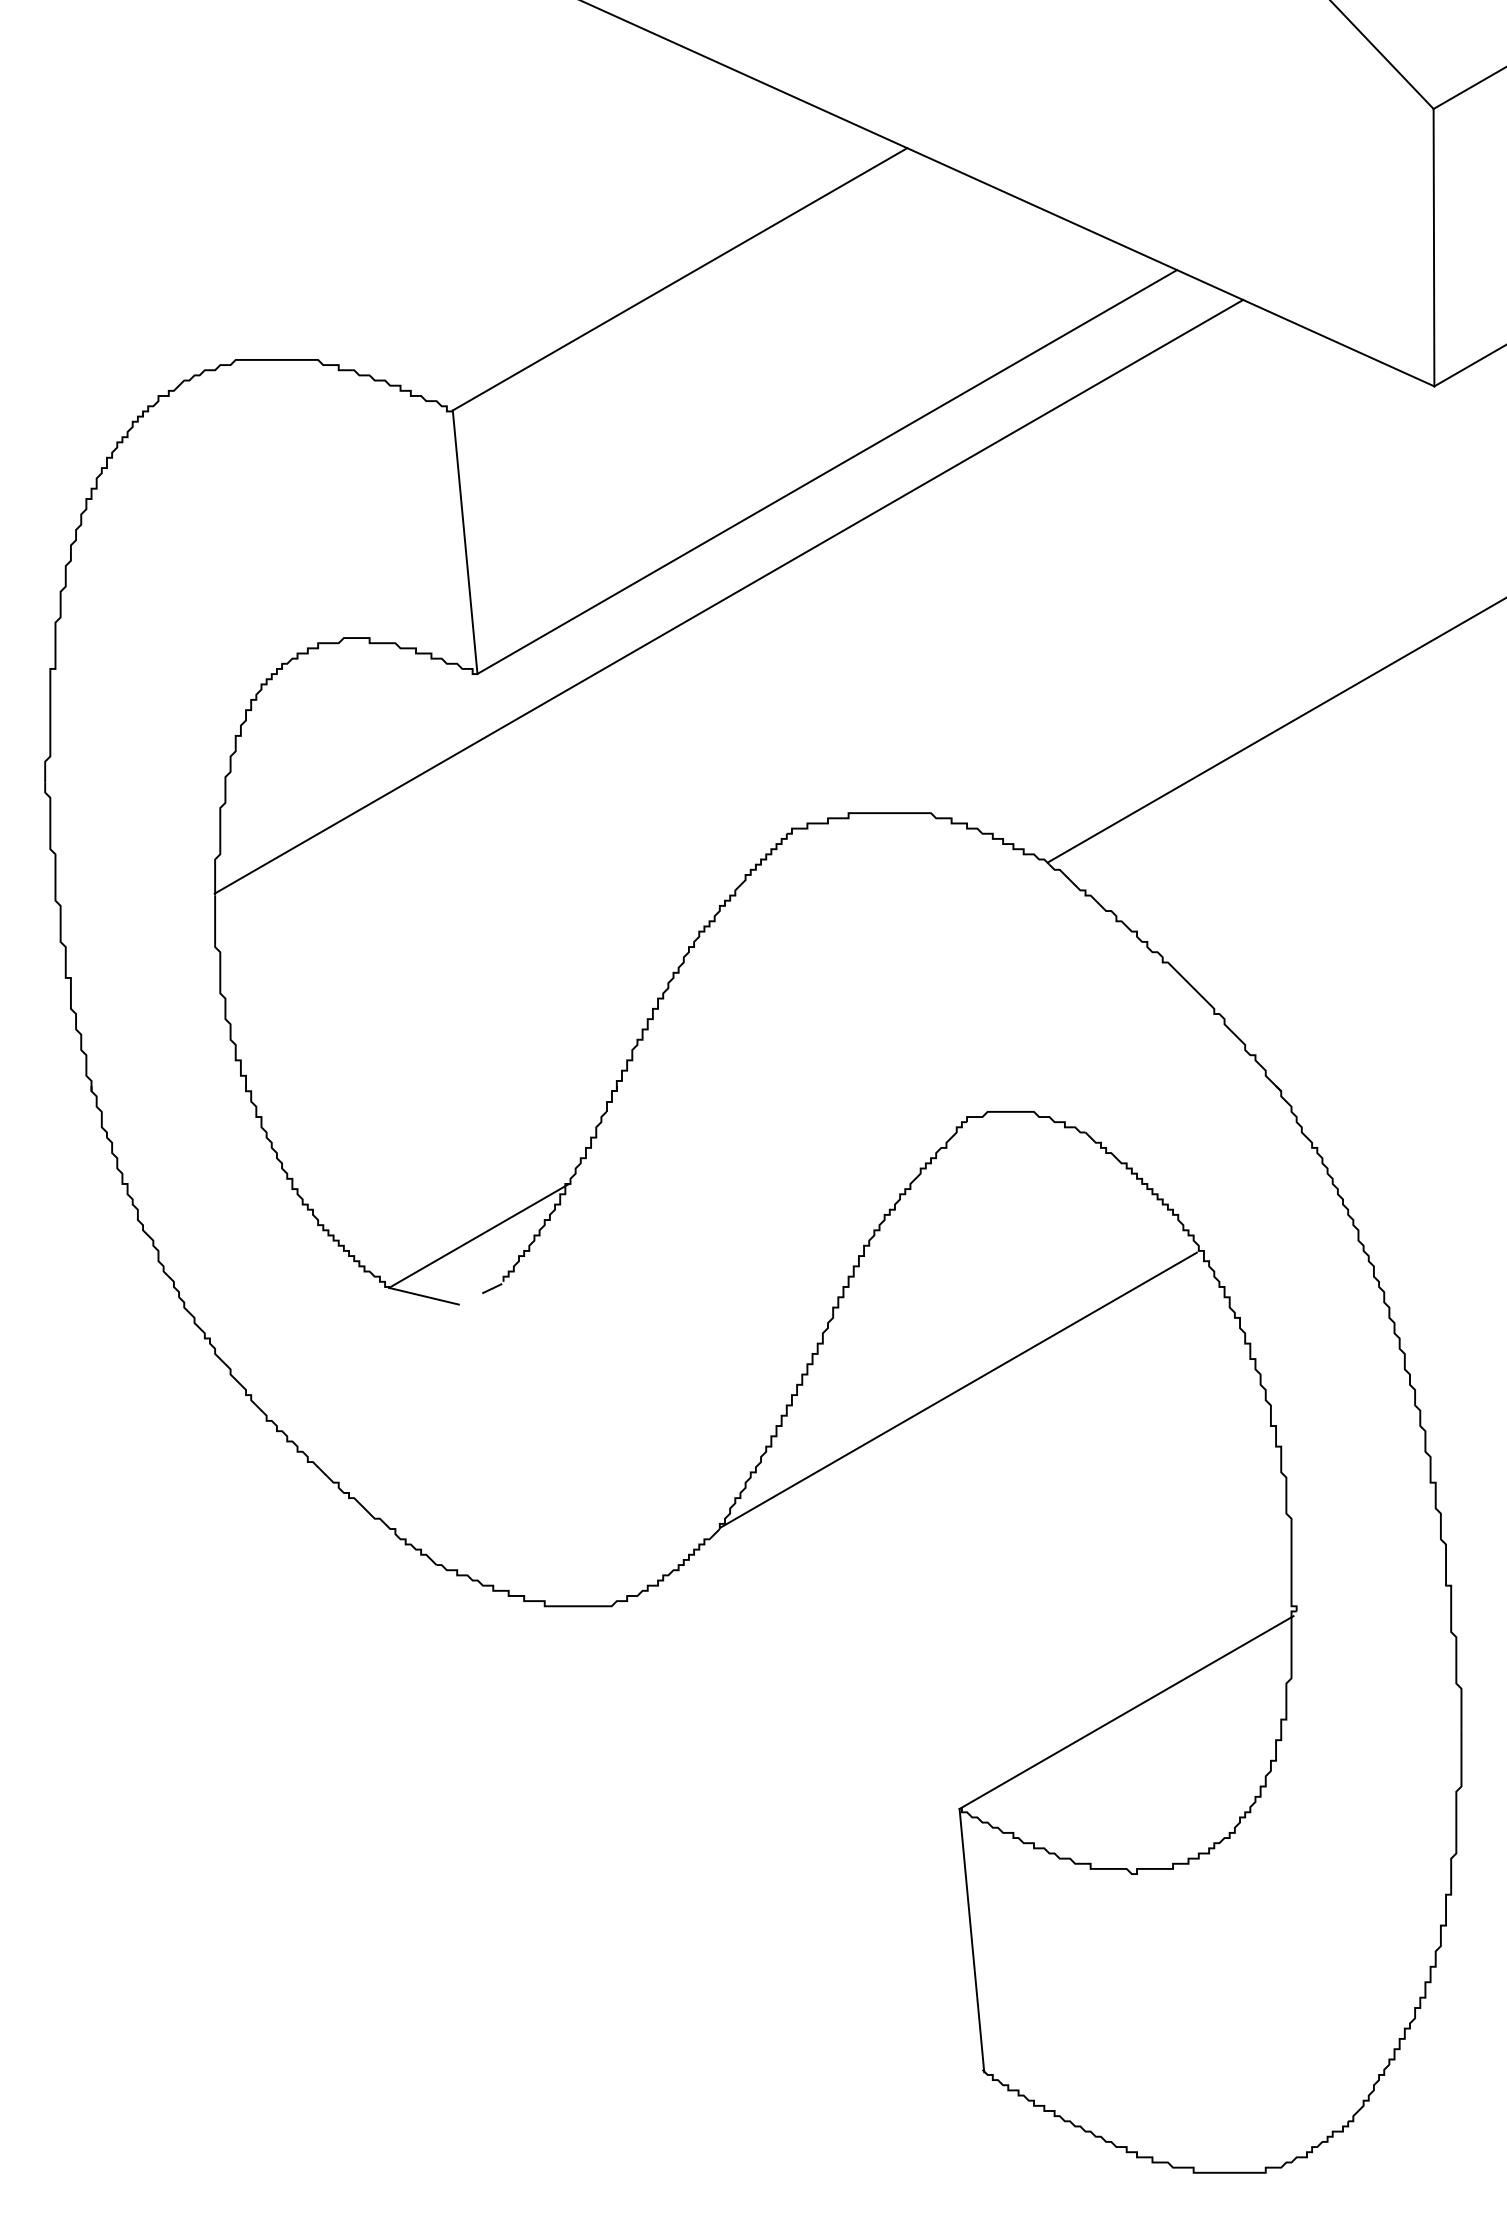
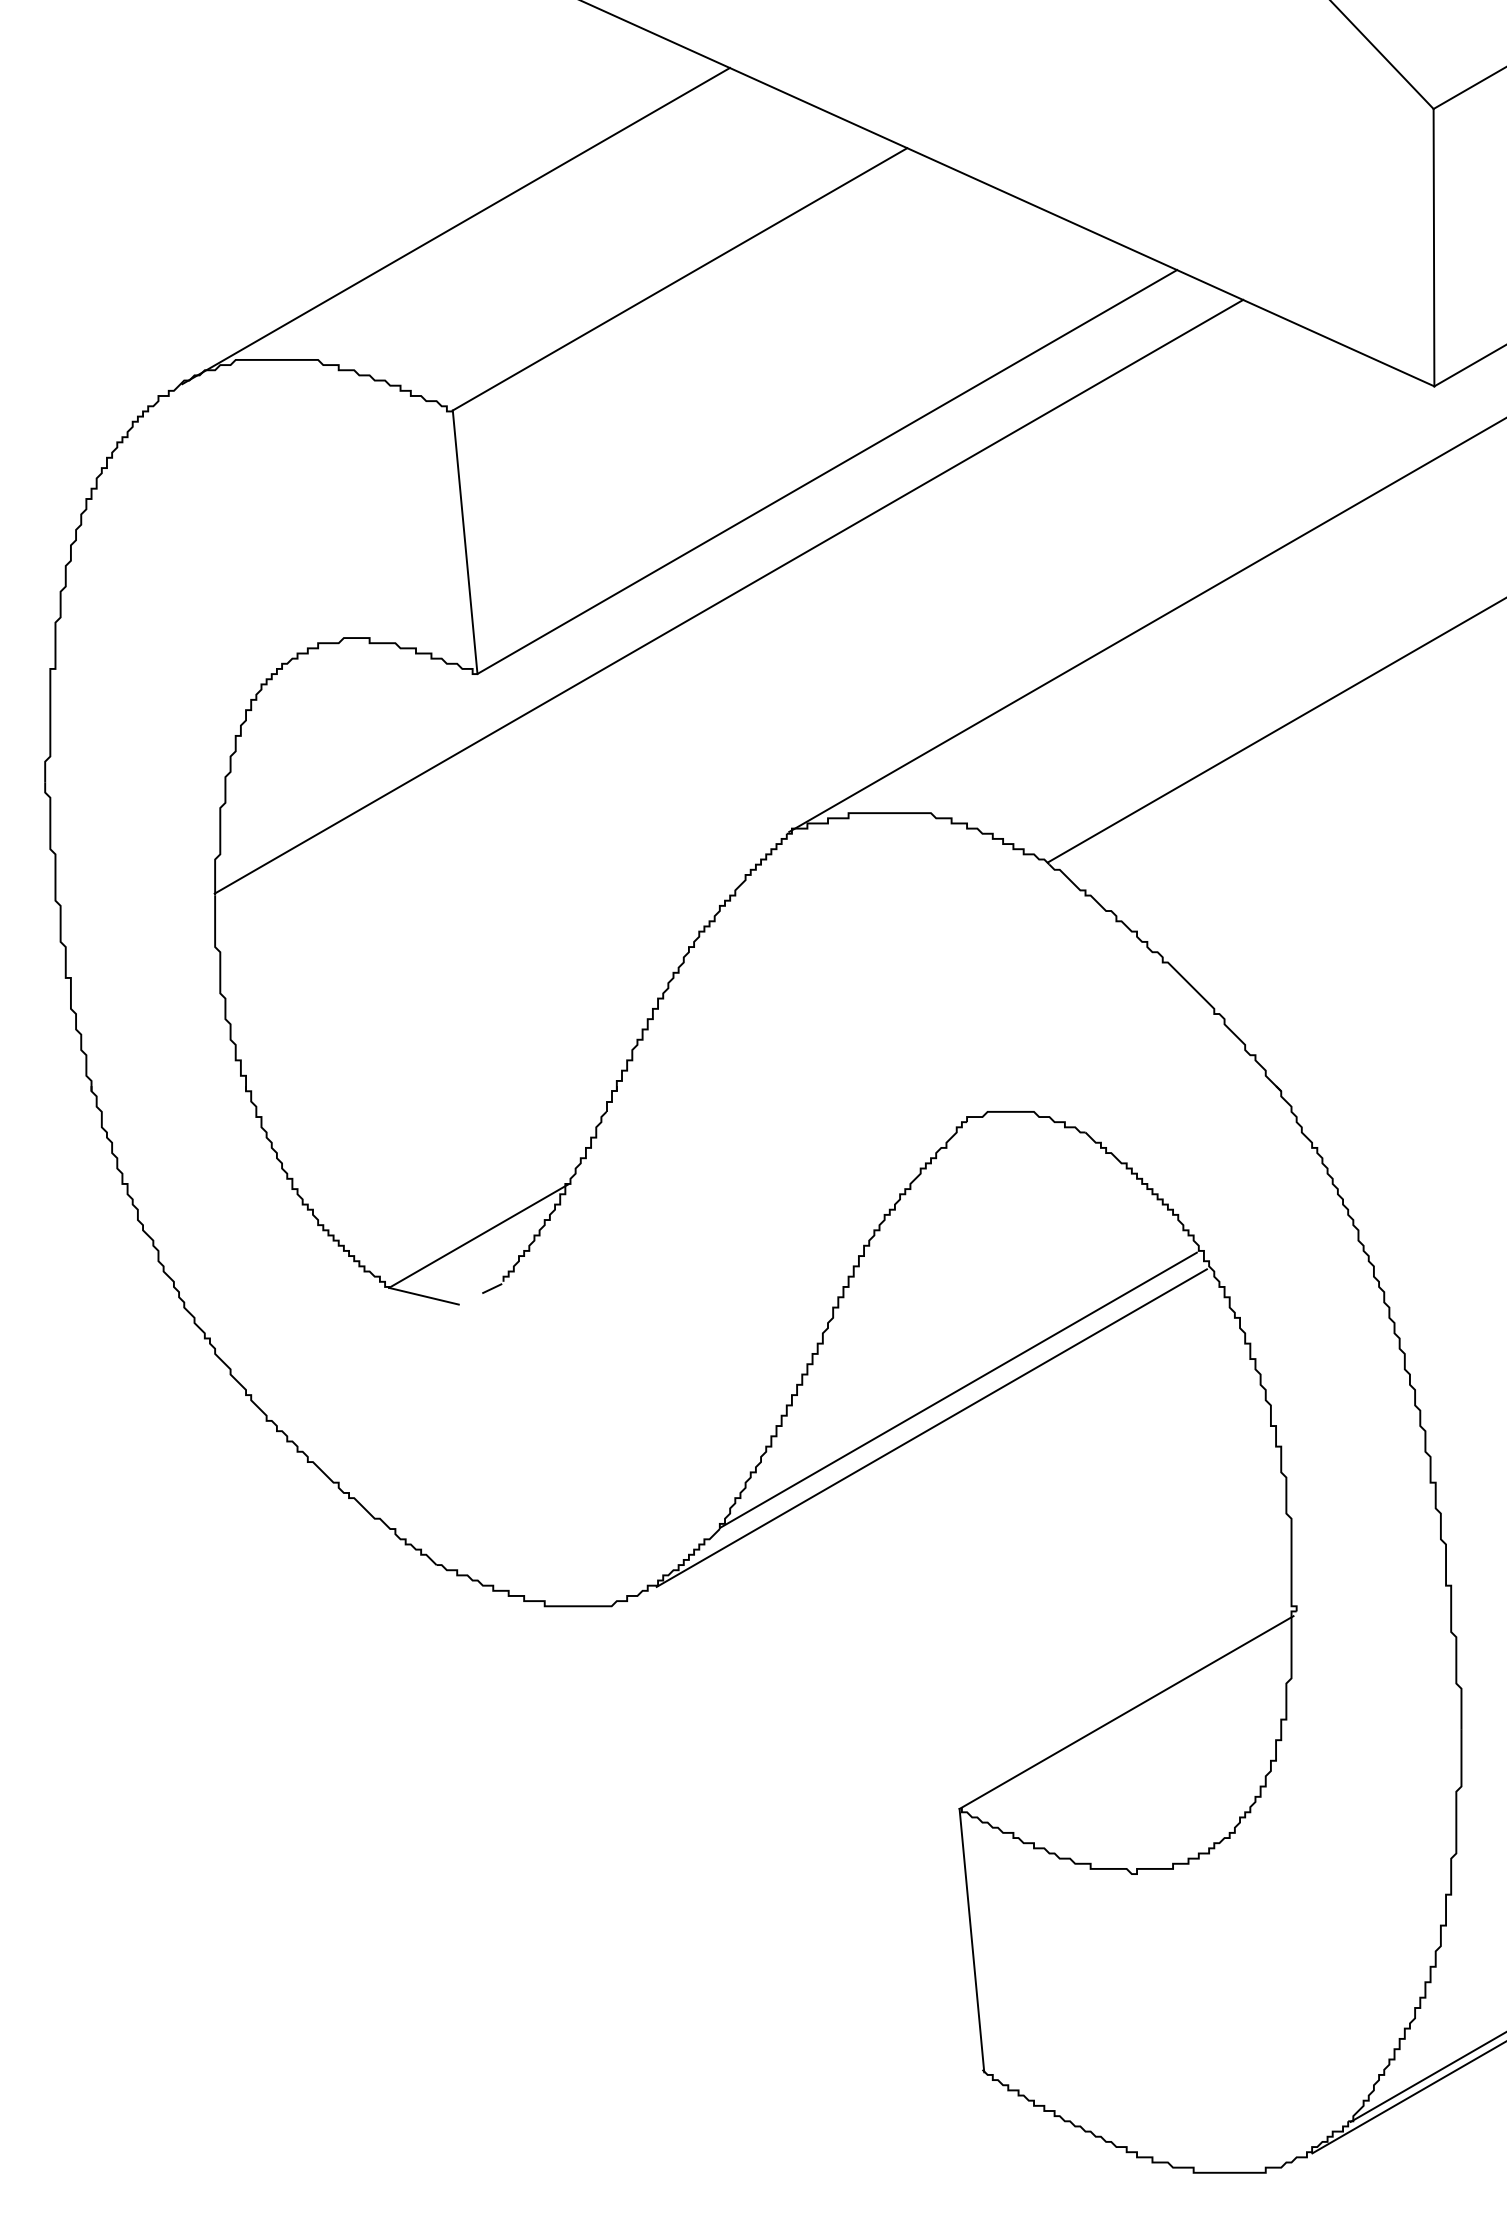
line at (455, 225): none -> present
line at (1146, 625): none -> present
line at (931, 1427): none -> present
line at (1426, 2077): none -> present
line at (1407, 2097): none -> present
